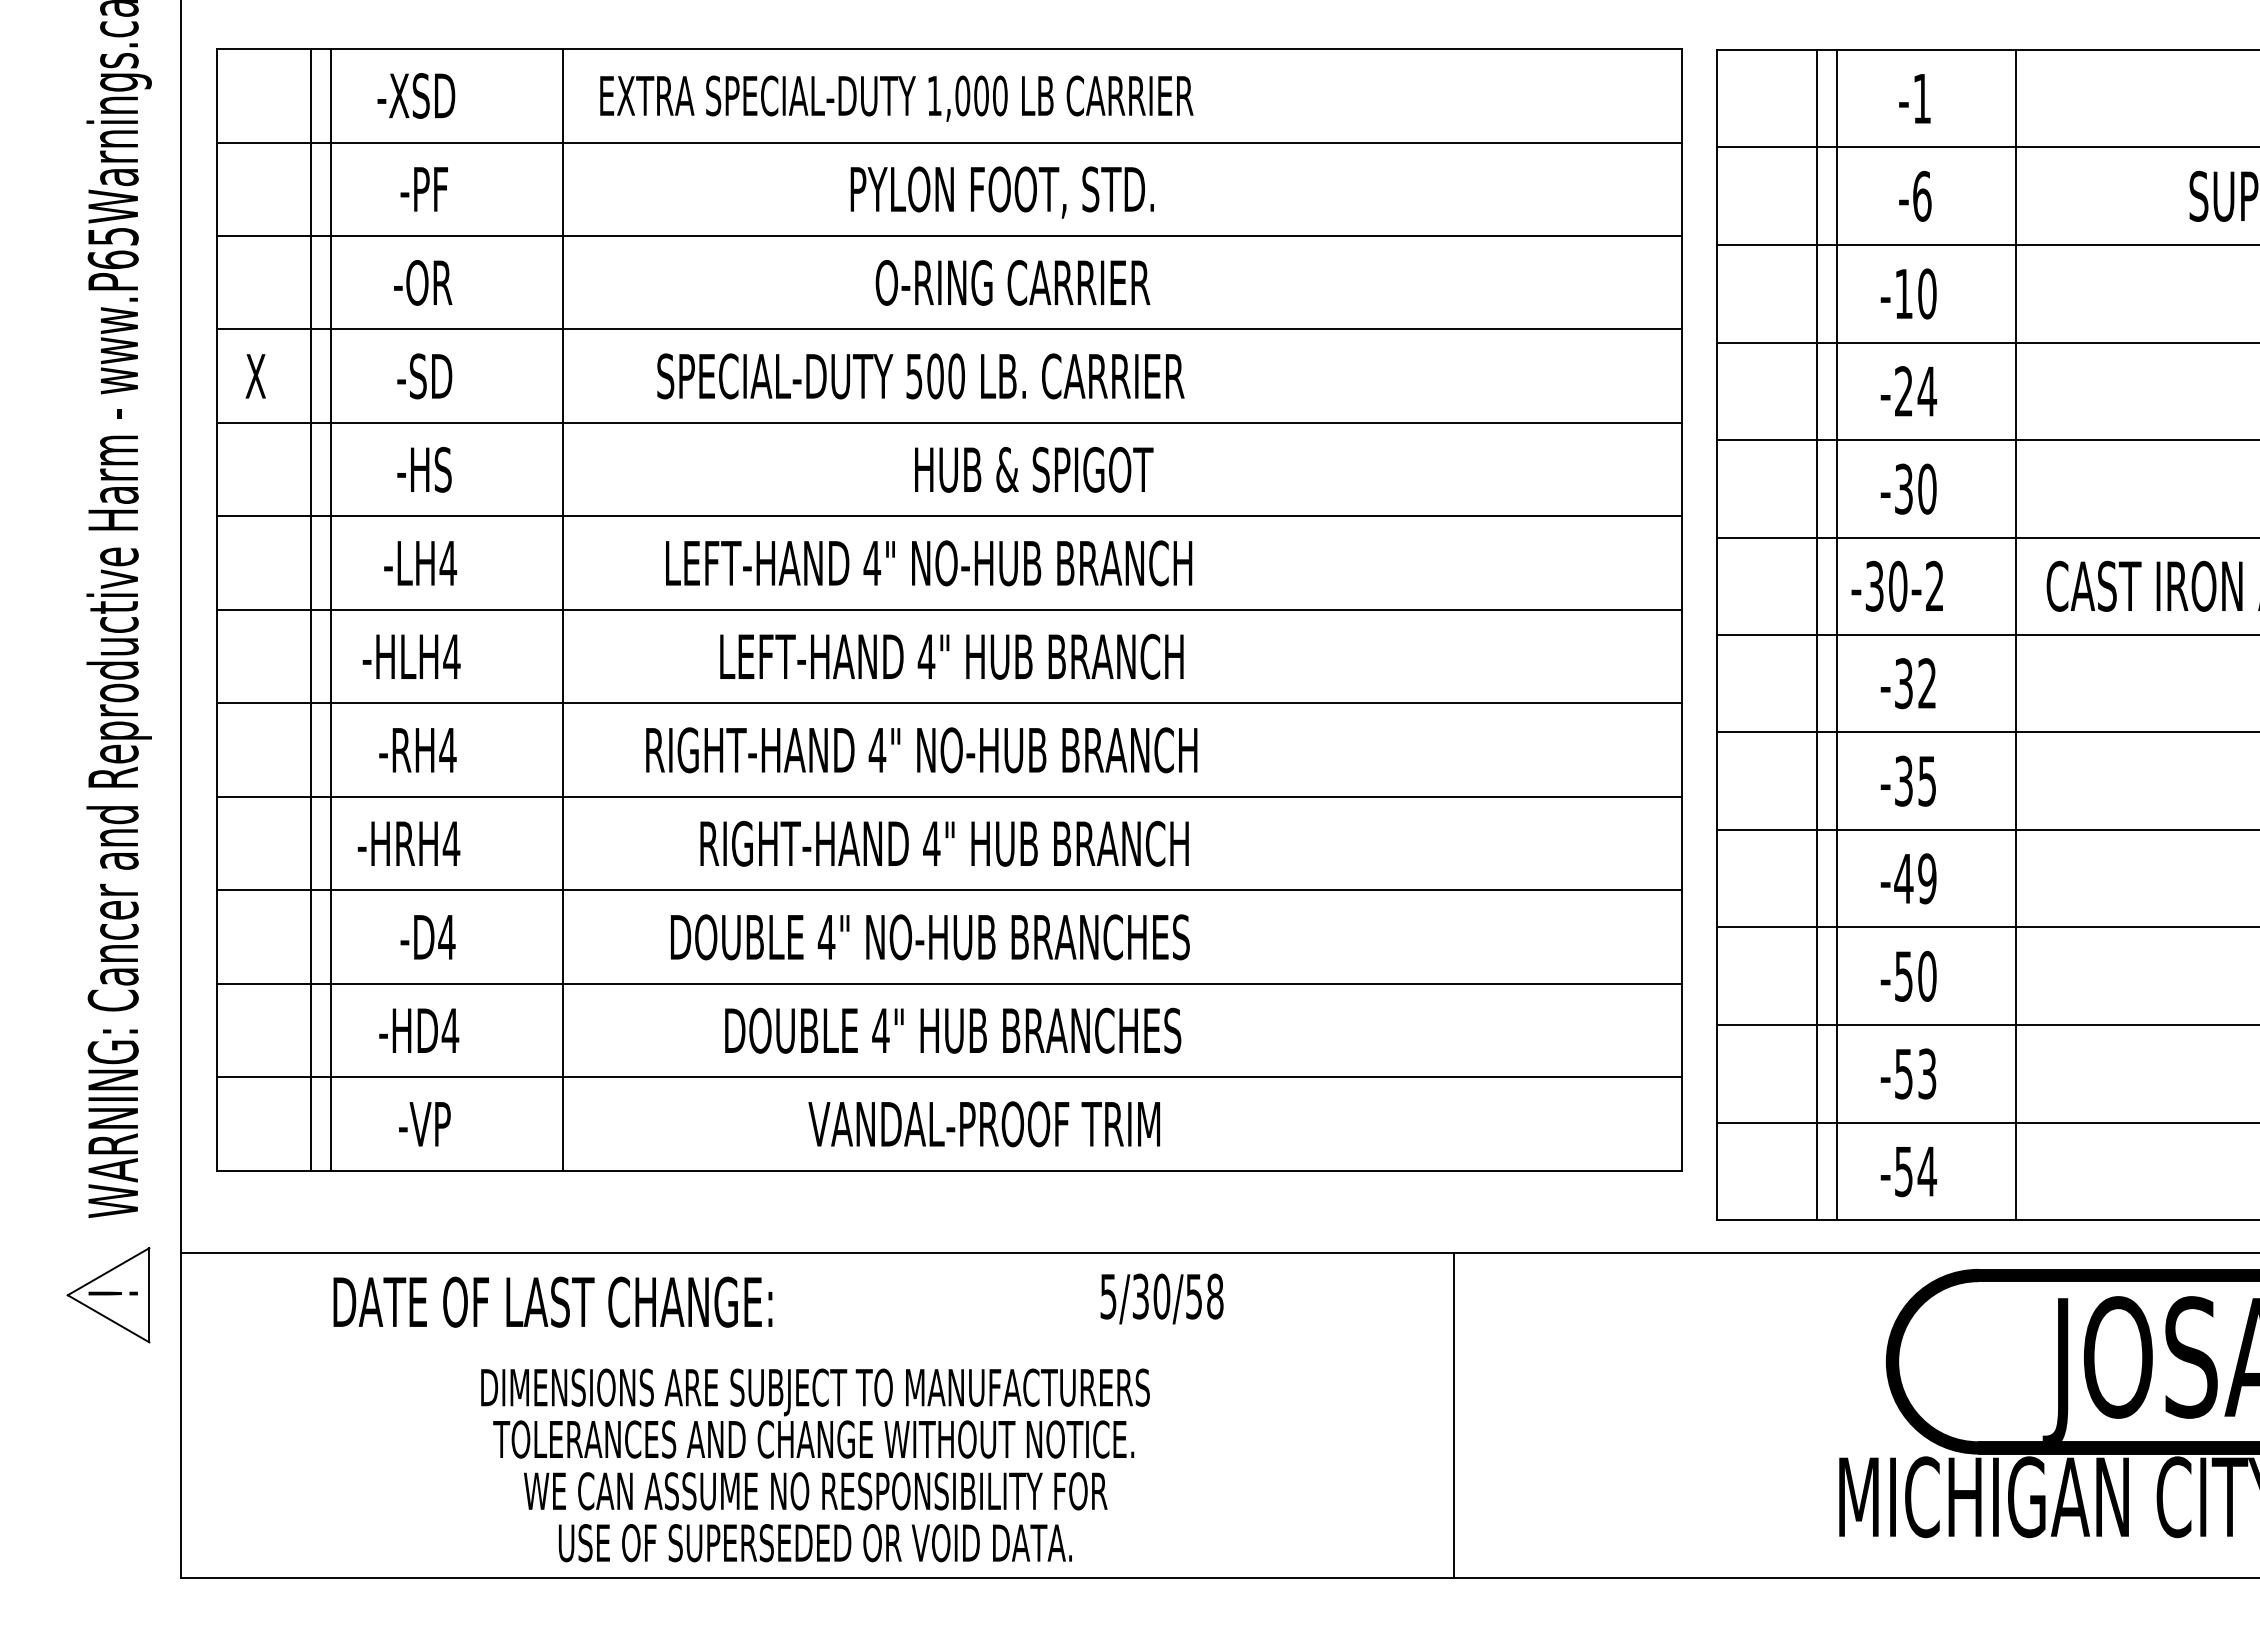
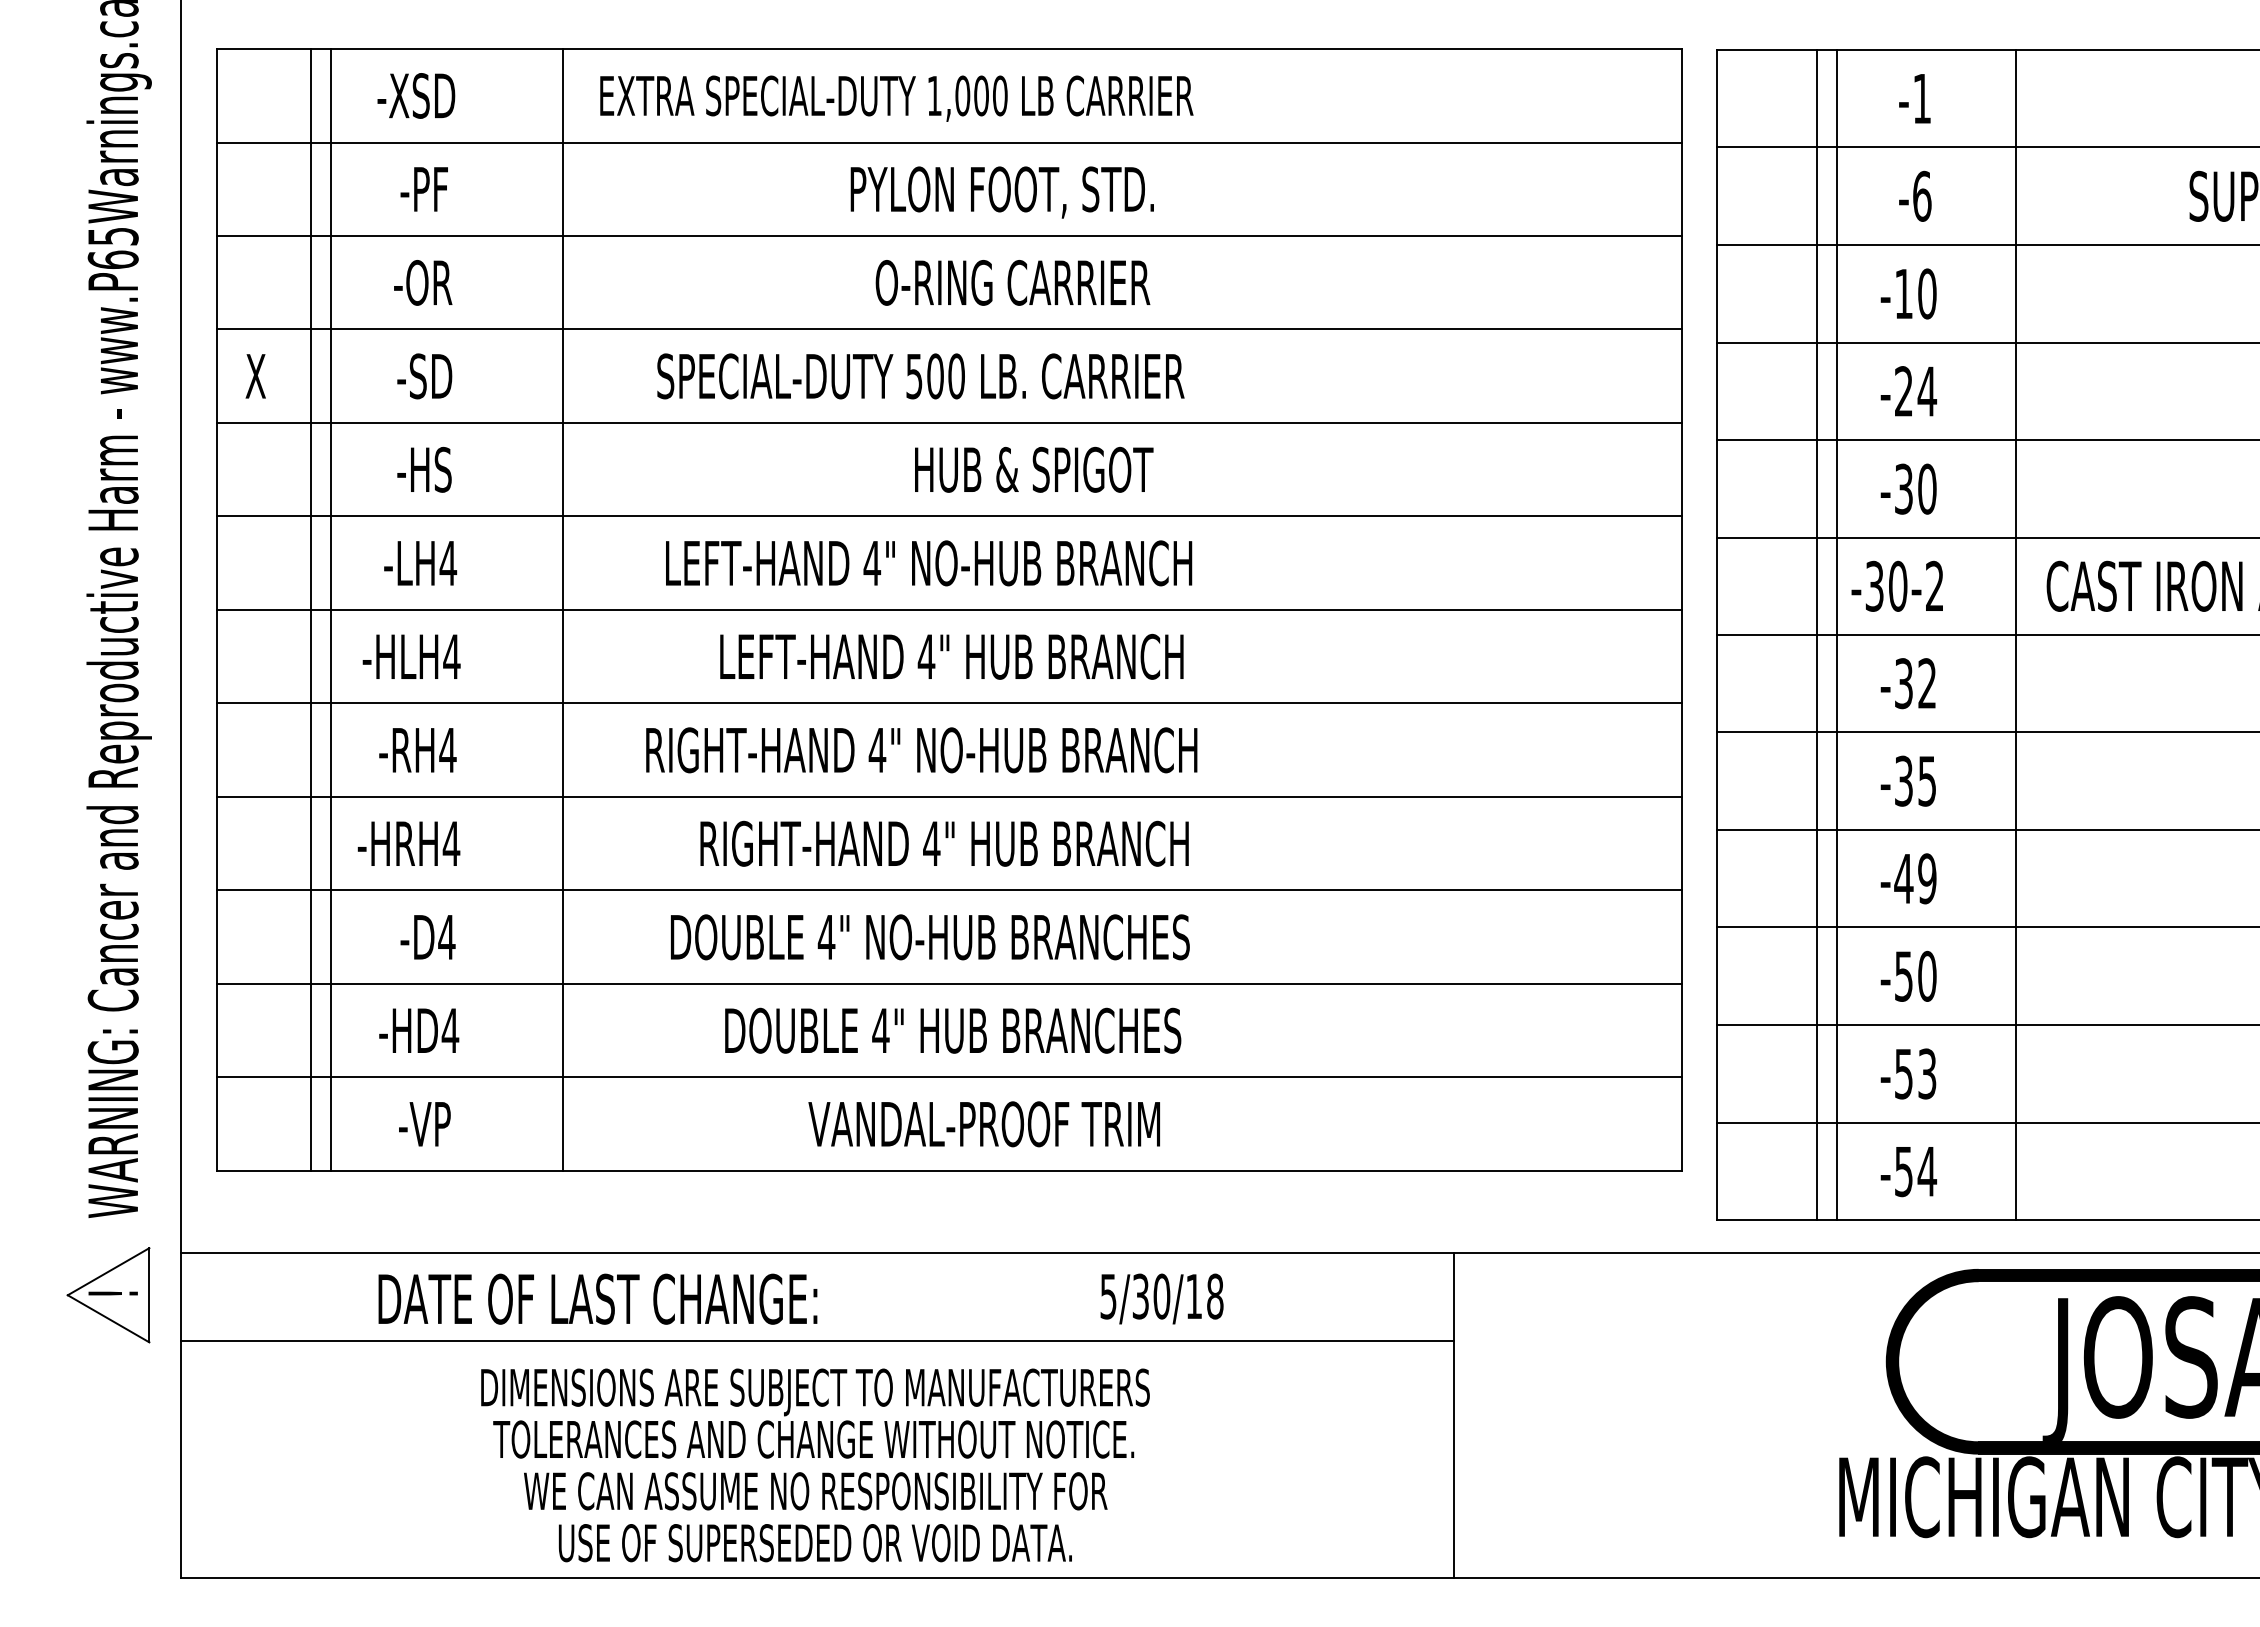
text at (1193, 1296): 5/30/58 -> 5/30/18
text at (552, 1301) position: (552, 1301) -> (597, 1298)
line at (816, 1341): none -> present
